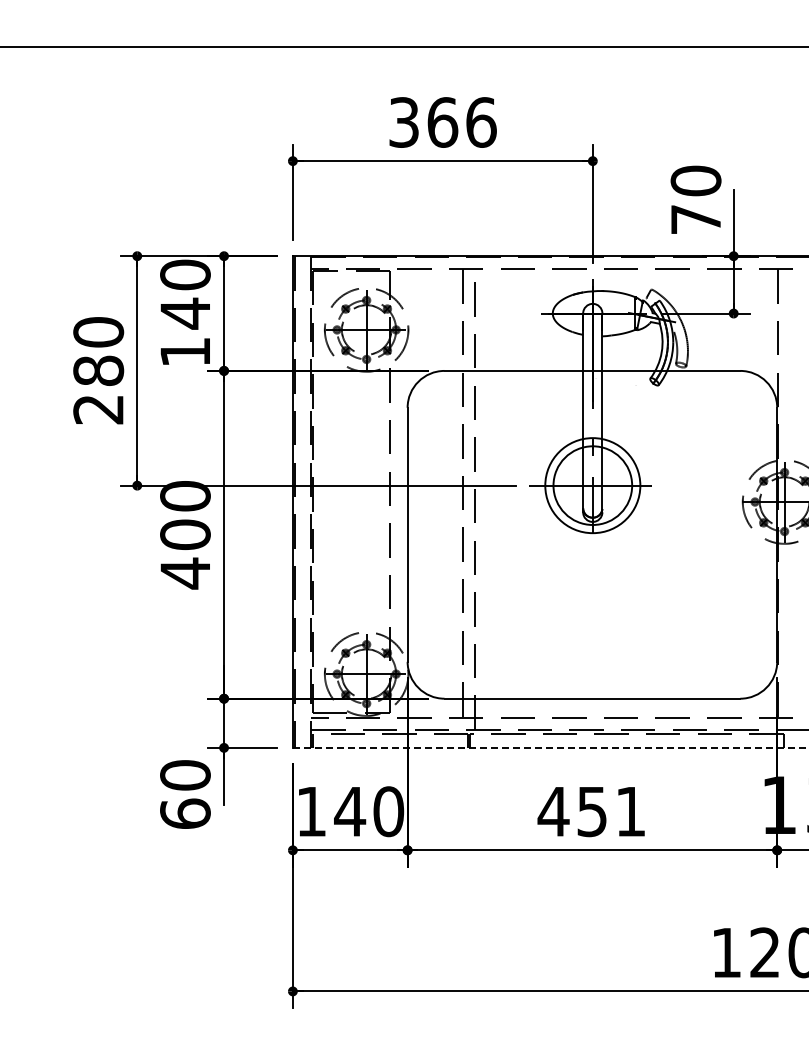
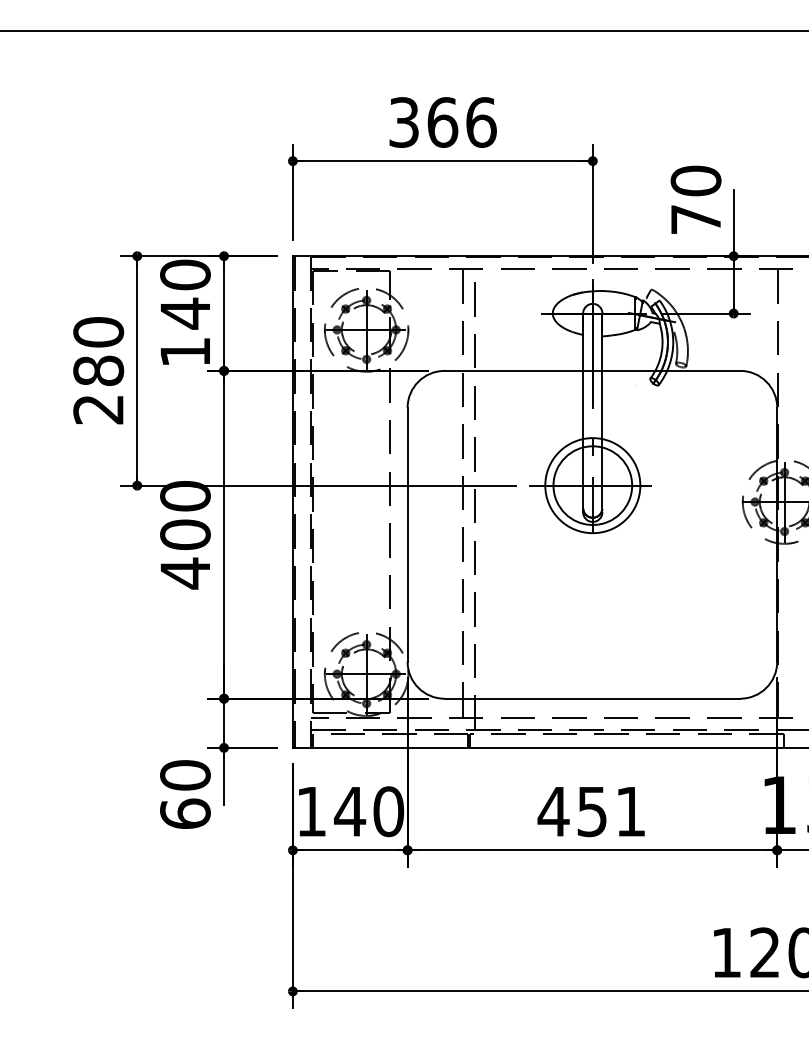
line at (403, 47) position: (403, 47) -> (403, 31)
line at (550, 747): dashed -> solid
